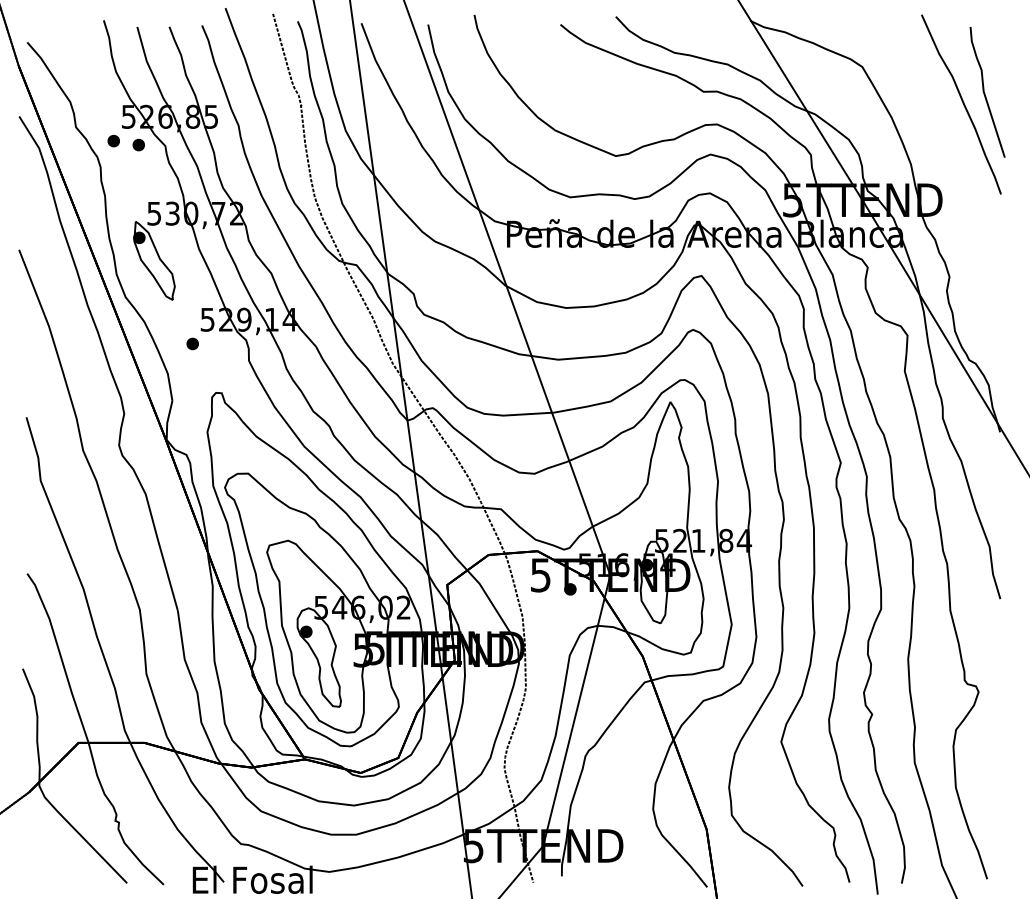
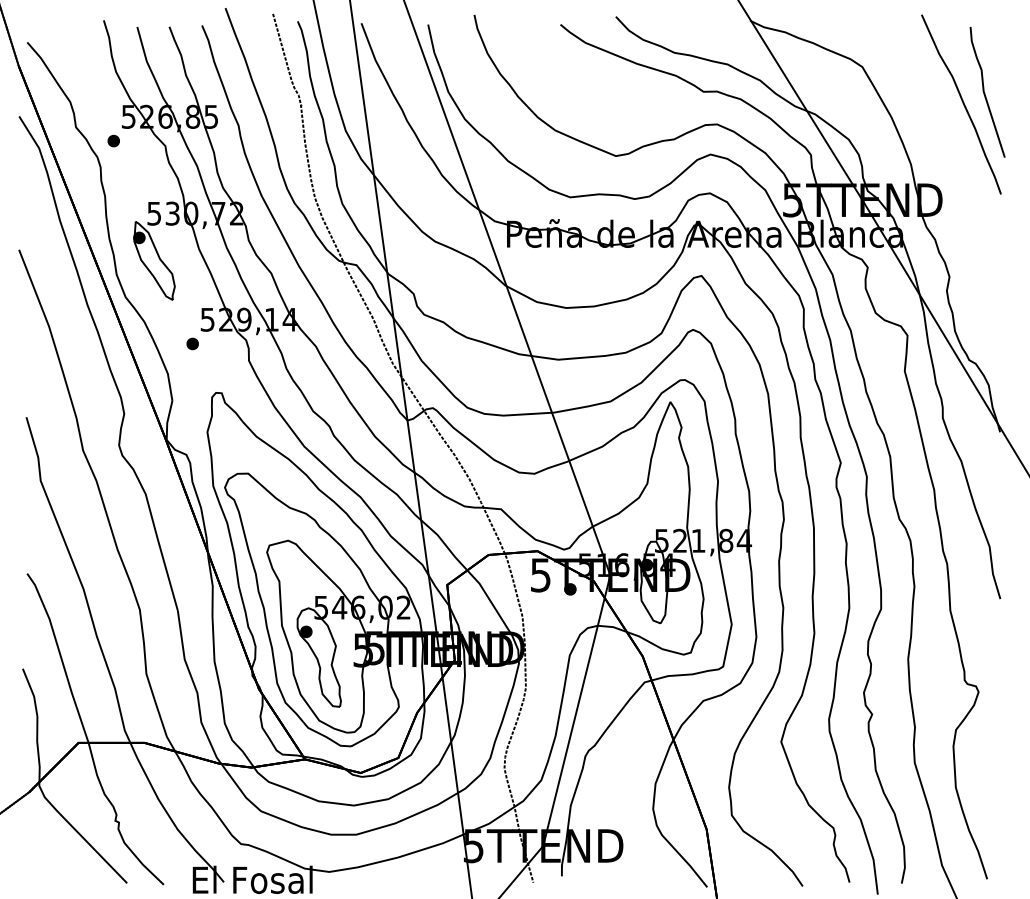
part at (138, 144): present -> none
